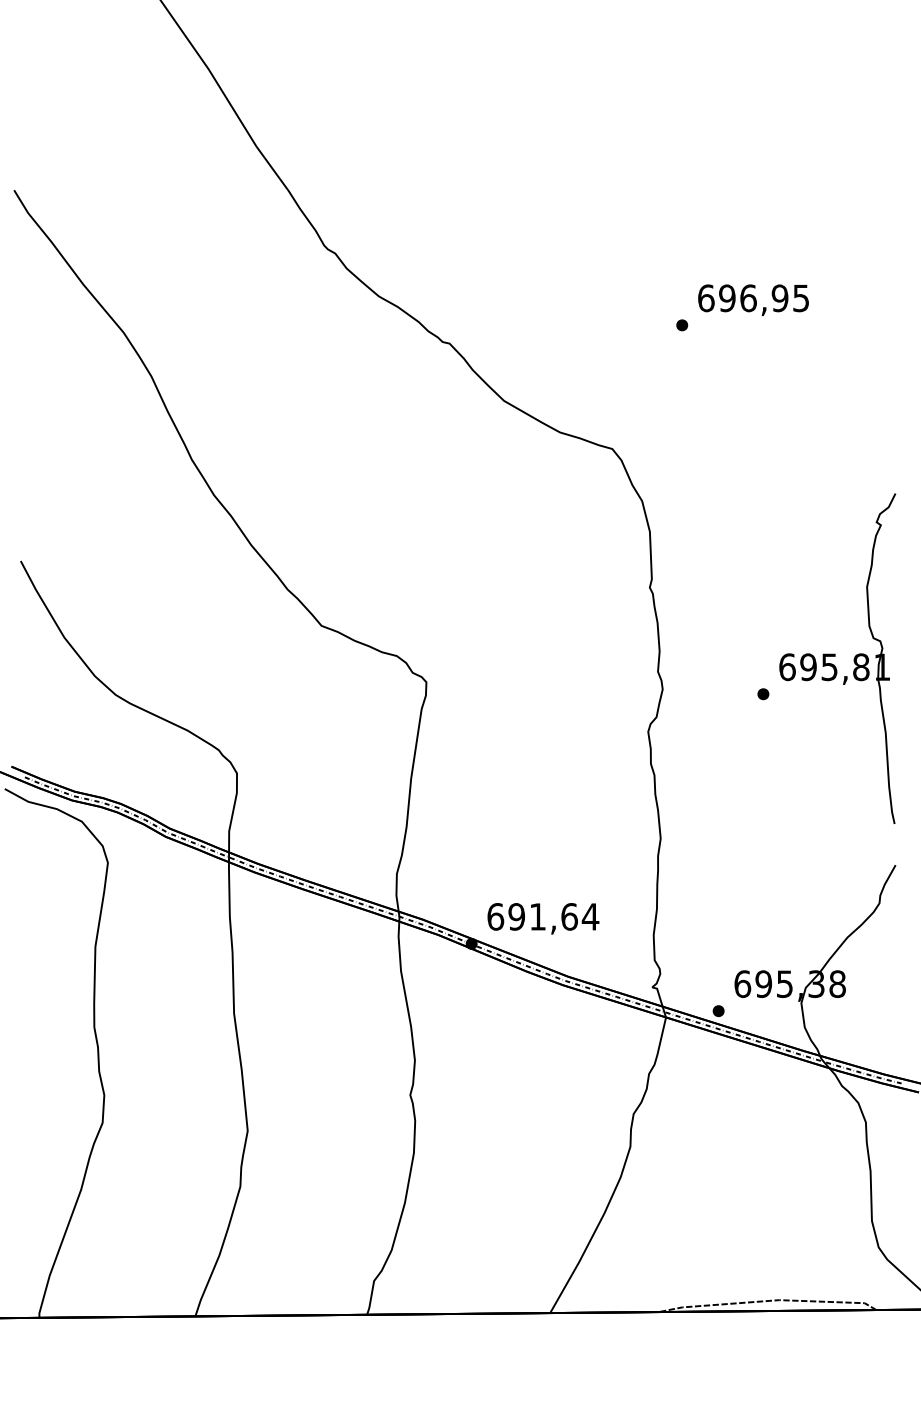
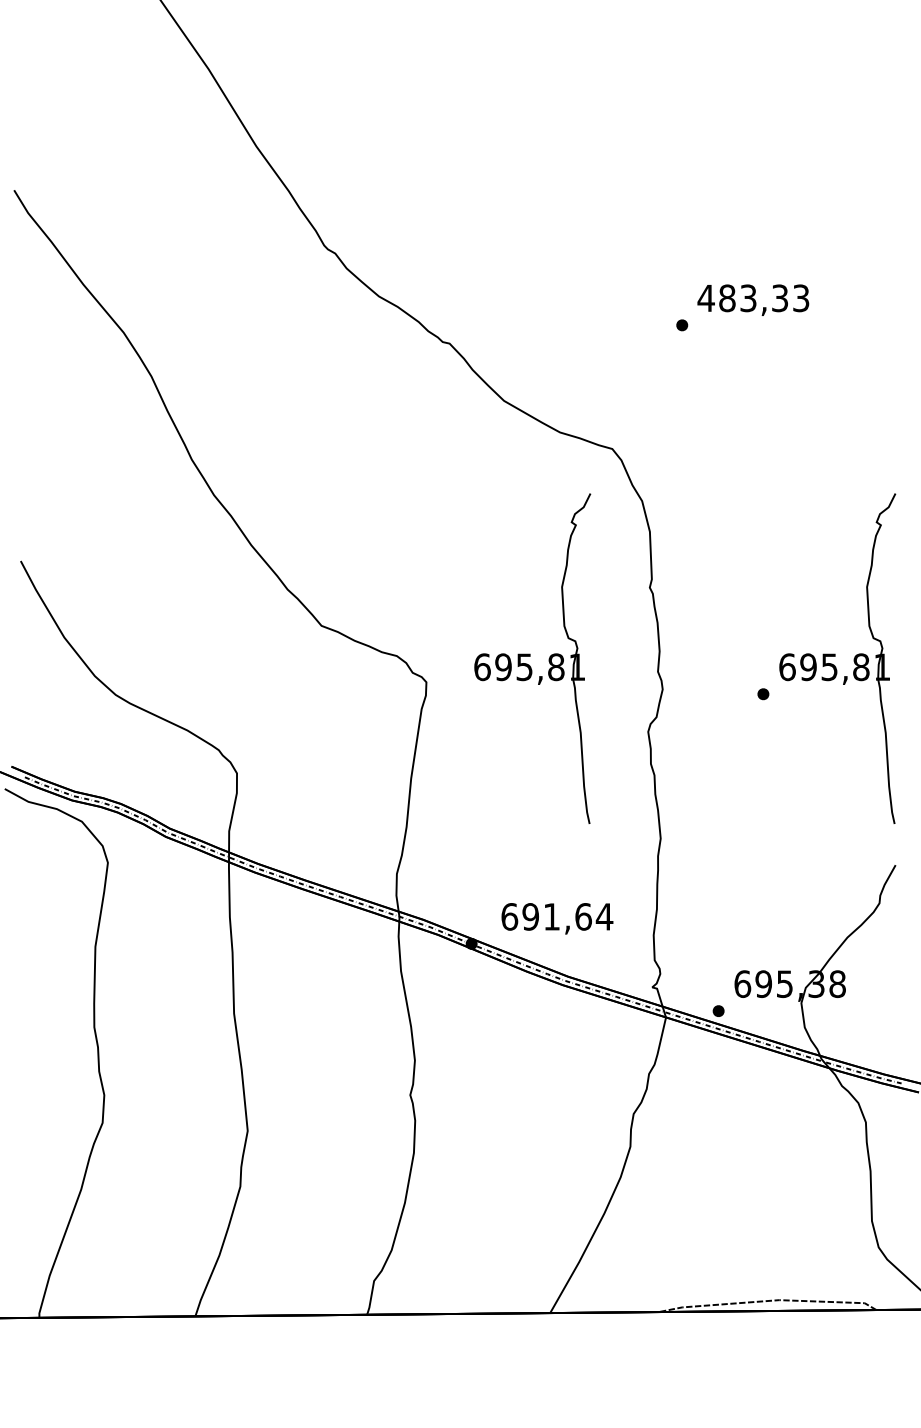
text at (753, 298): 696,95 -> 483,33
part at (532, 658): none -> present
text at (543, 918) position: (543, 918) -> (557, 918)
